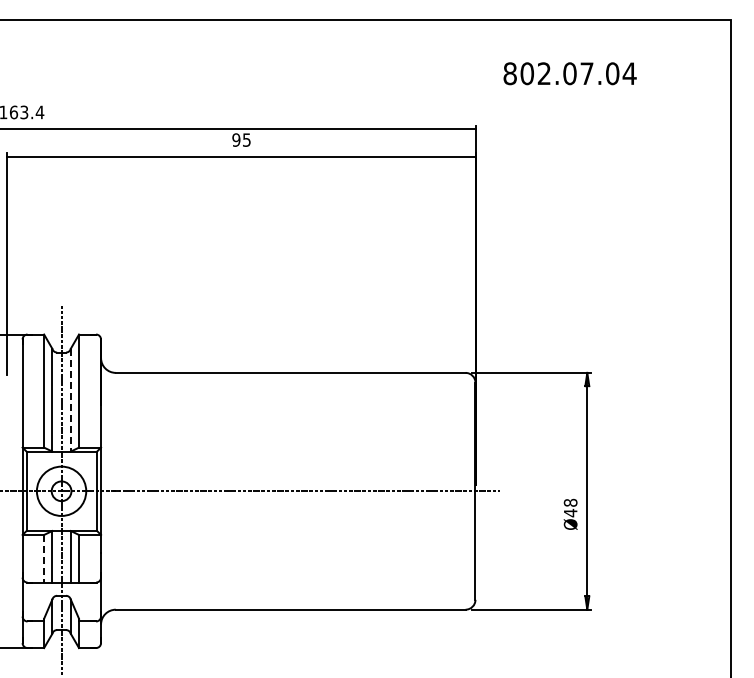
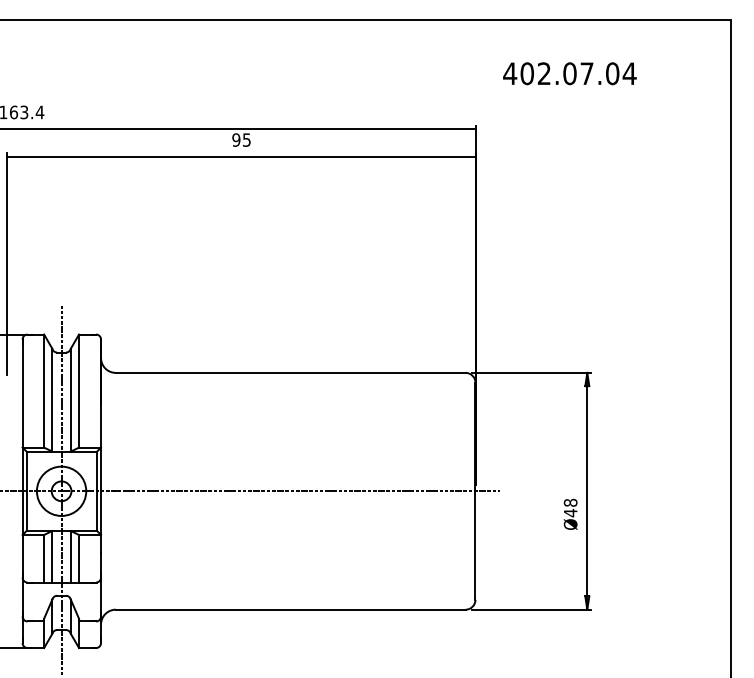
text at (510, 73): 802.07.04 -> 402.07.04
line at (70, 400): dashed -> solid
line at (44, 558): dashed -> solid
